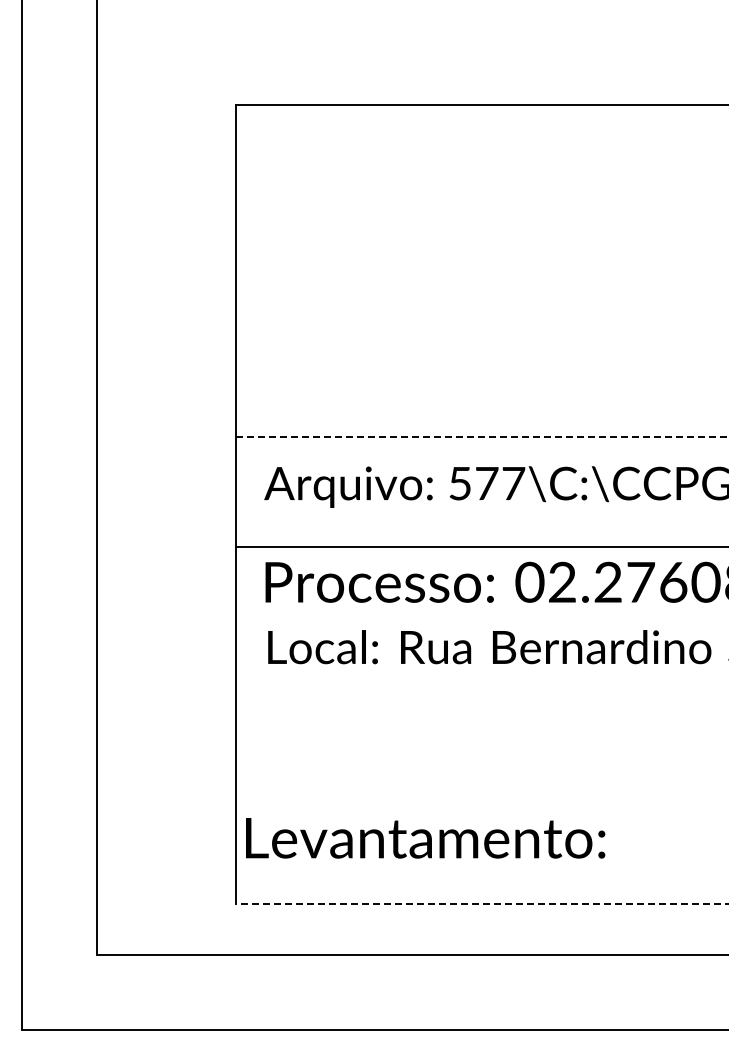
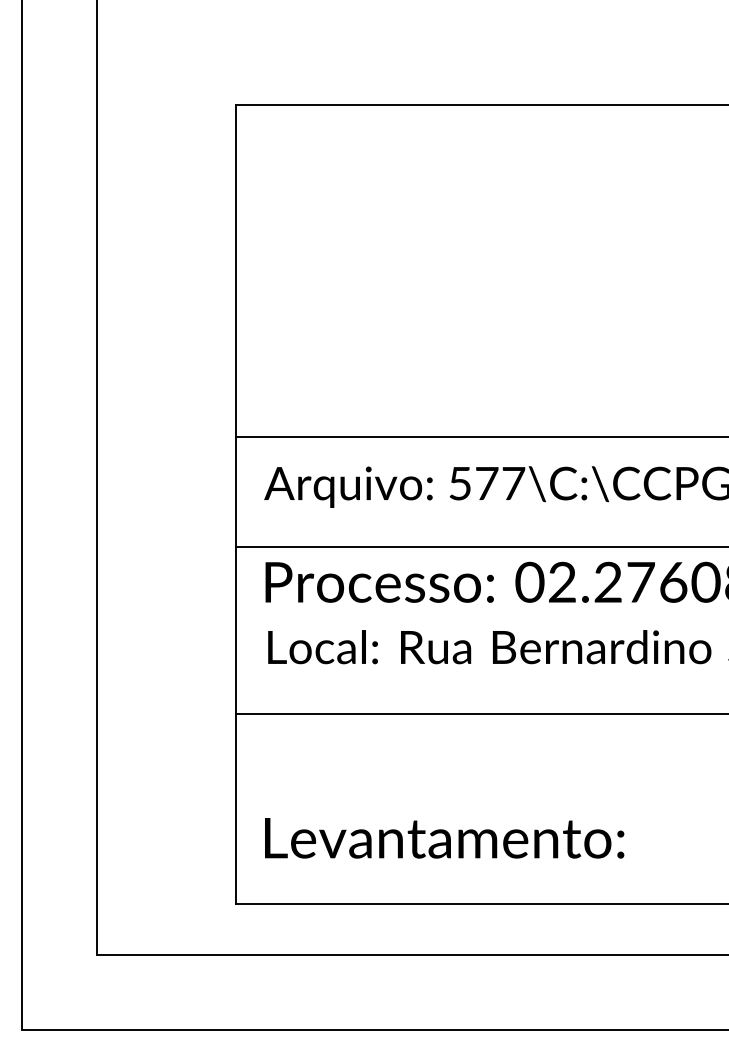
line at (482, 437): dashed -> solid
line at (480, 714): none -> present
text at (425, 838) position: (425, 838) -> (444, 838)
line at (482, 903): dashed -> solid
